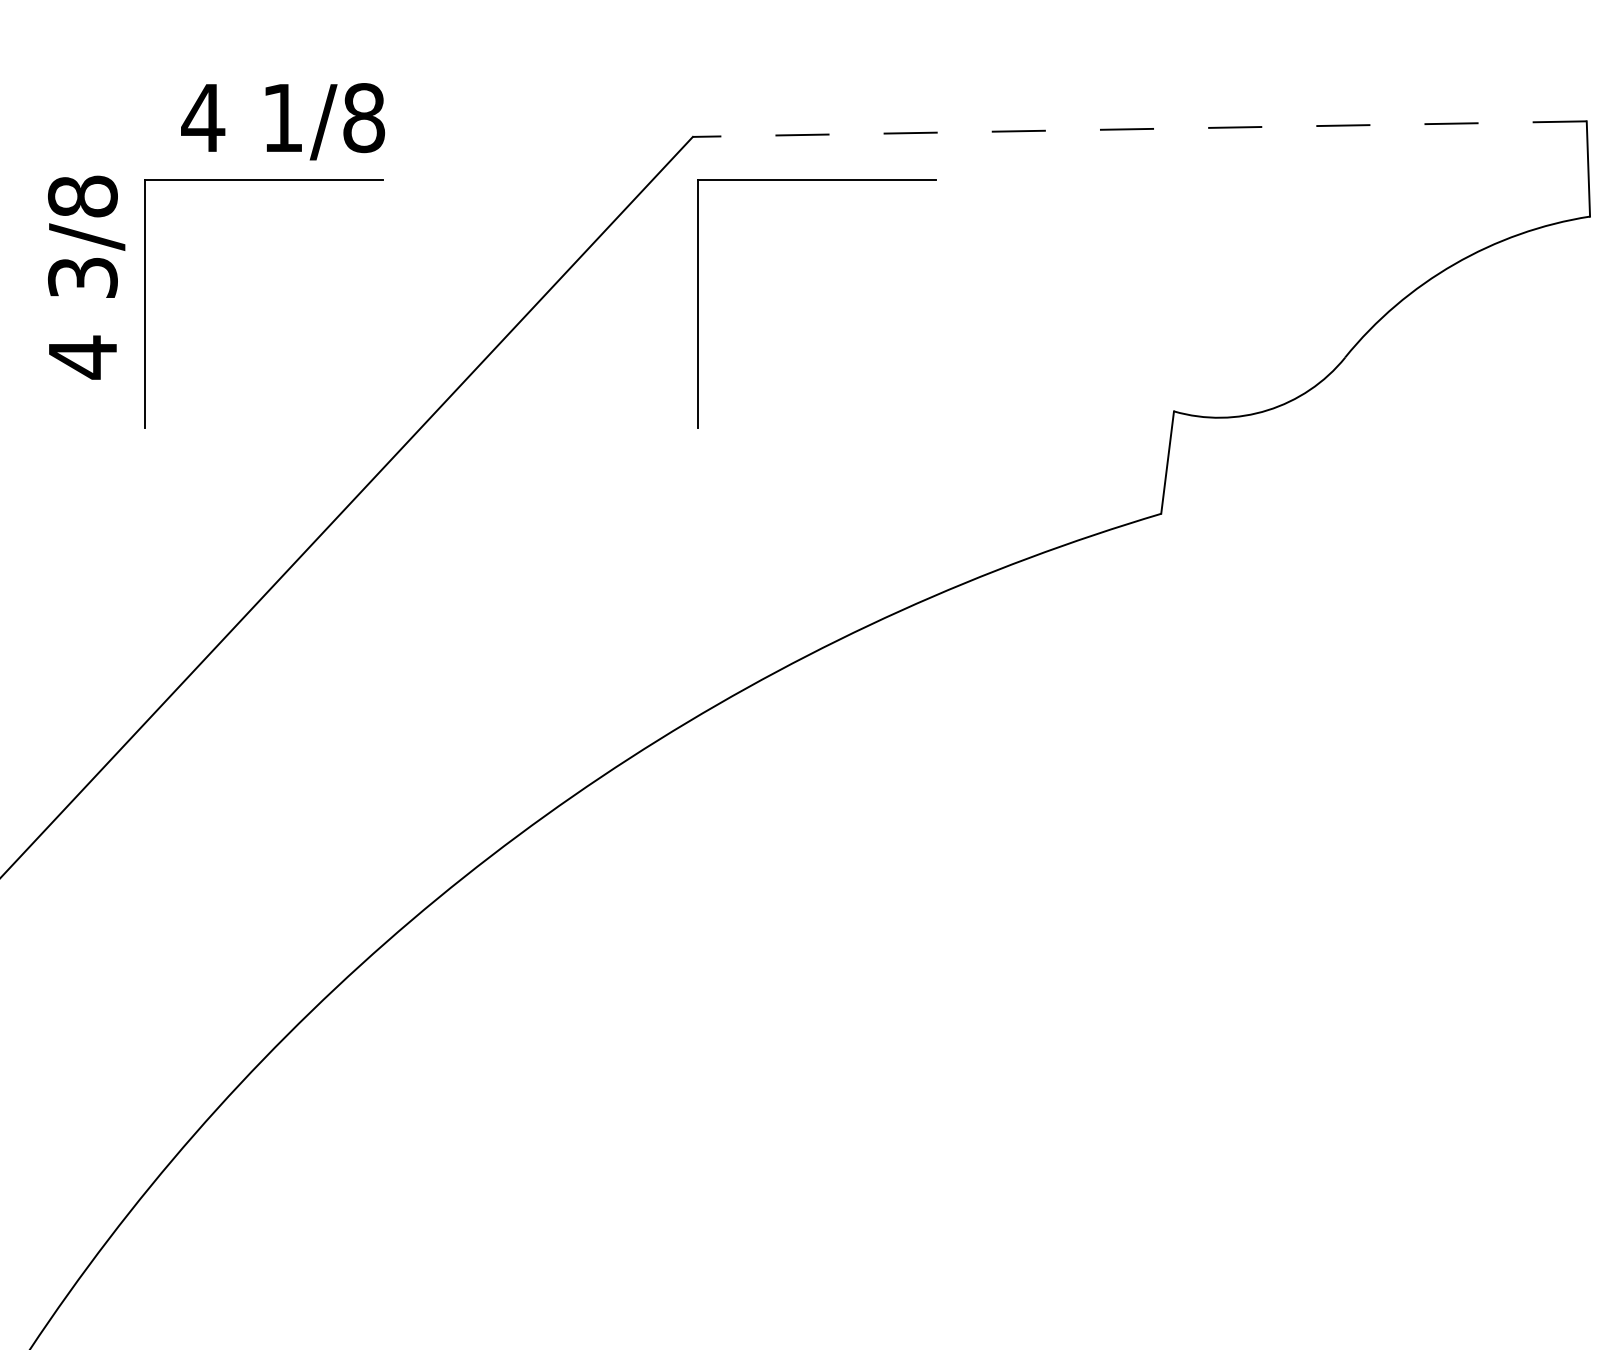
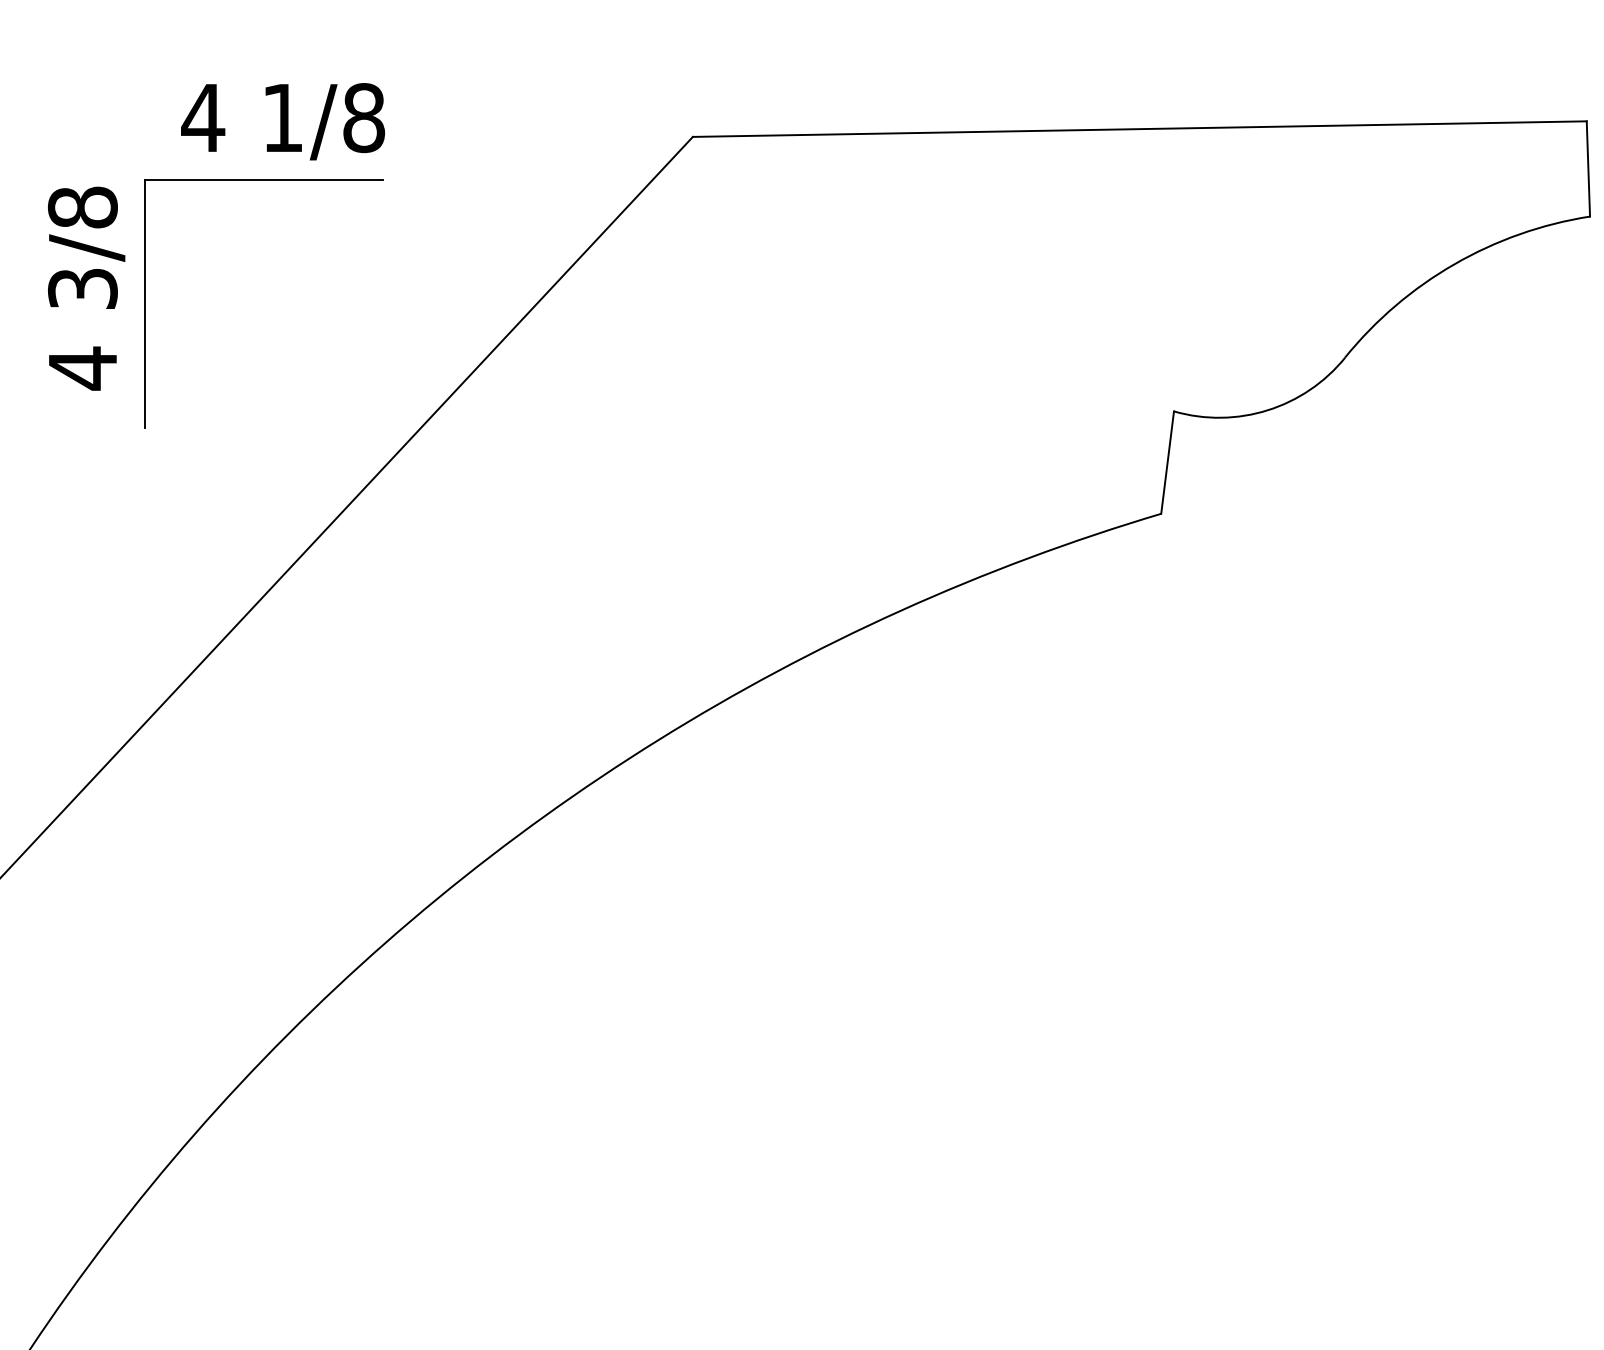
line at (1139, 129): dashed -> solid
text at (86, 277) position: (86, 277) -> (86, 288)
part at (698, 303): present -> none
